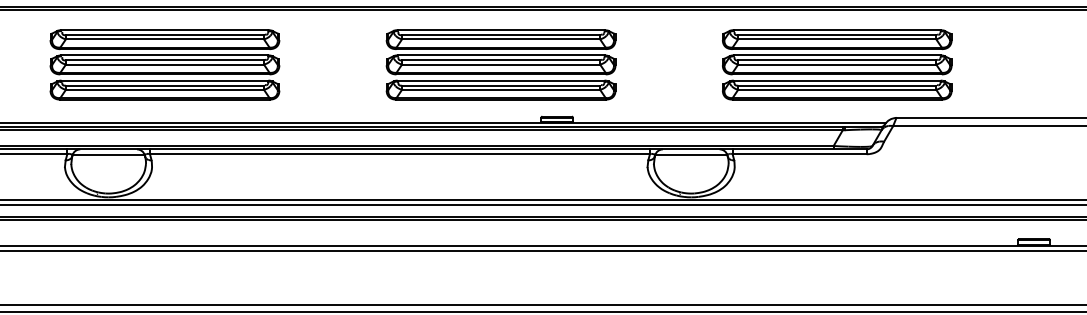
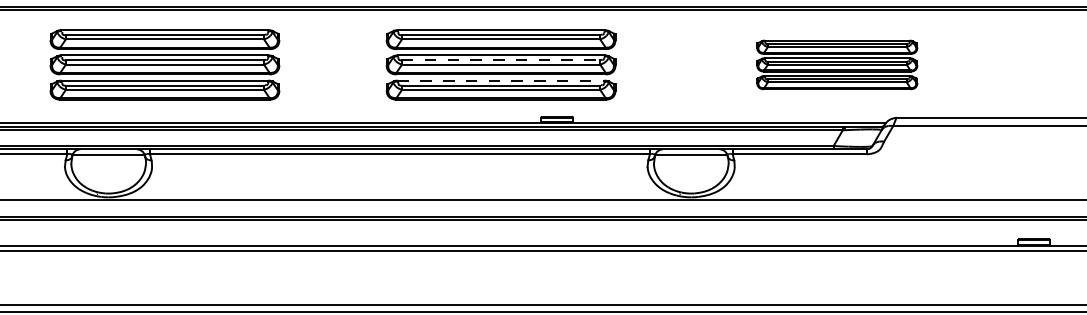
line at (501, 60): solid -> dashed
part at (837, 64) size: 231x72 px -> 163x52 px
line at (501, 80): solid -> dashed
line at (542, 205): present -> none
